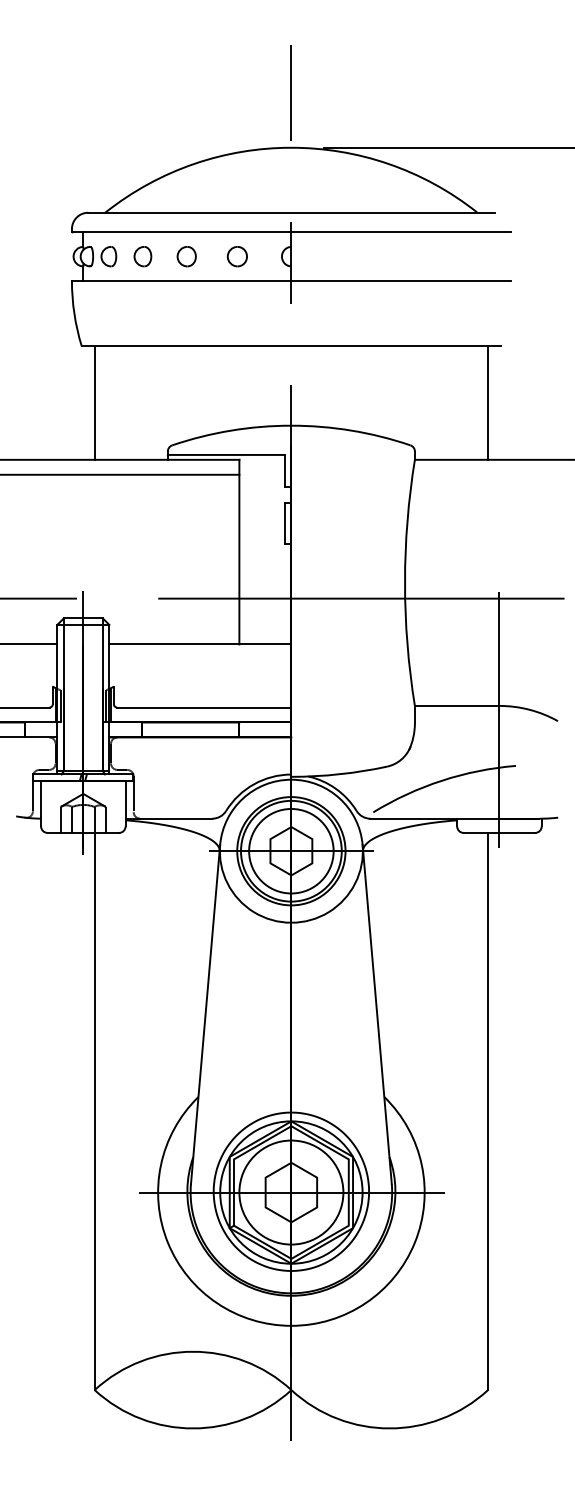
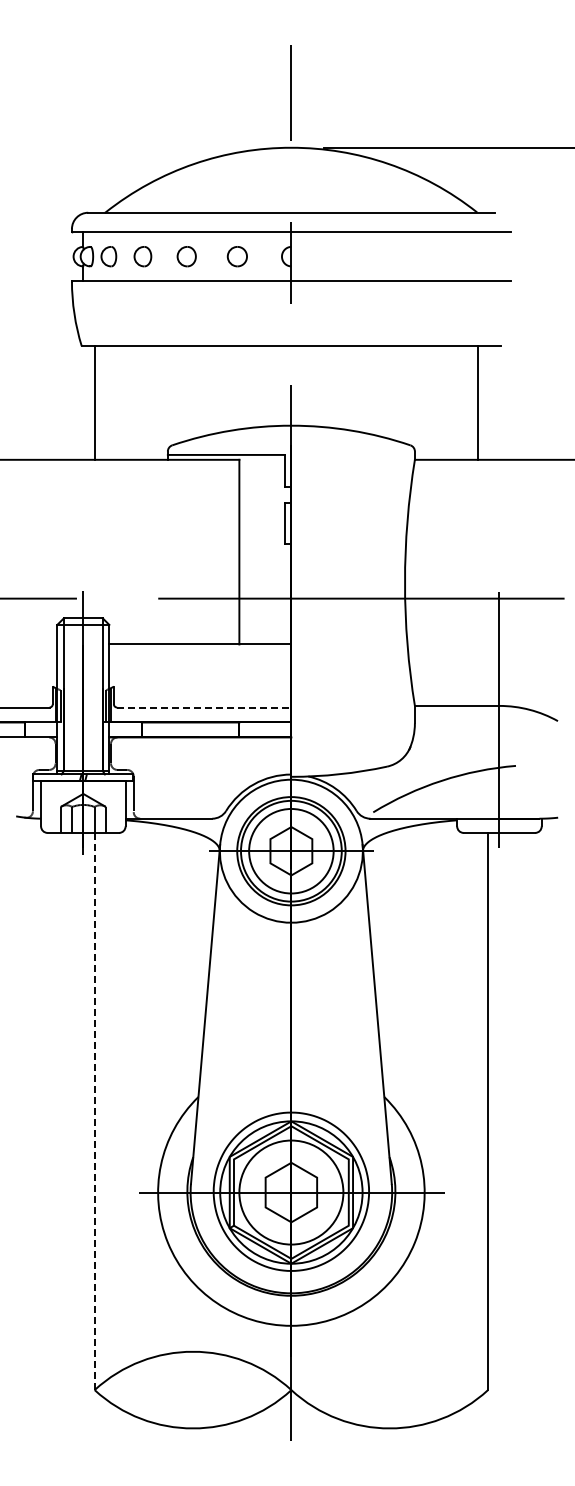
line at (488, 402) position: (488, 402) -> (478, 402)
line at (120, 474): present -> none
line at (29, 644): present -> none
line at (204, 707): solid -> dashed
line at (94, 1111): solid -> dashed
